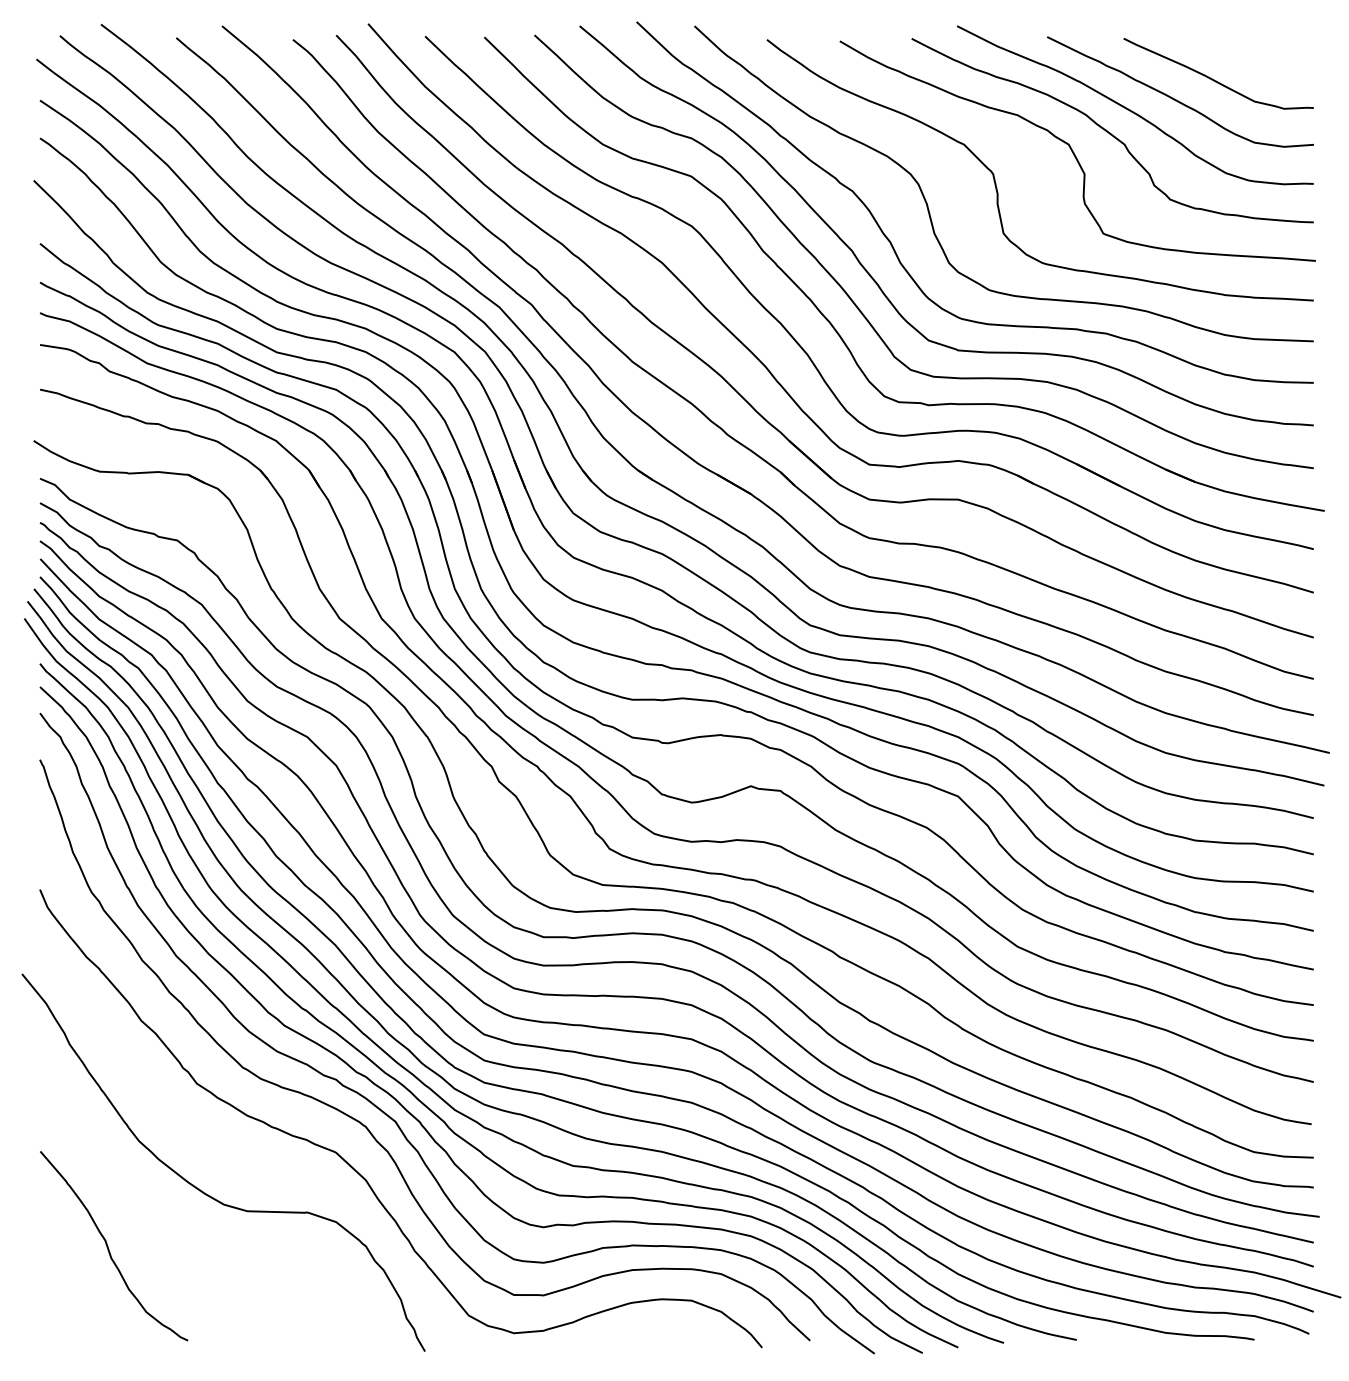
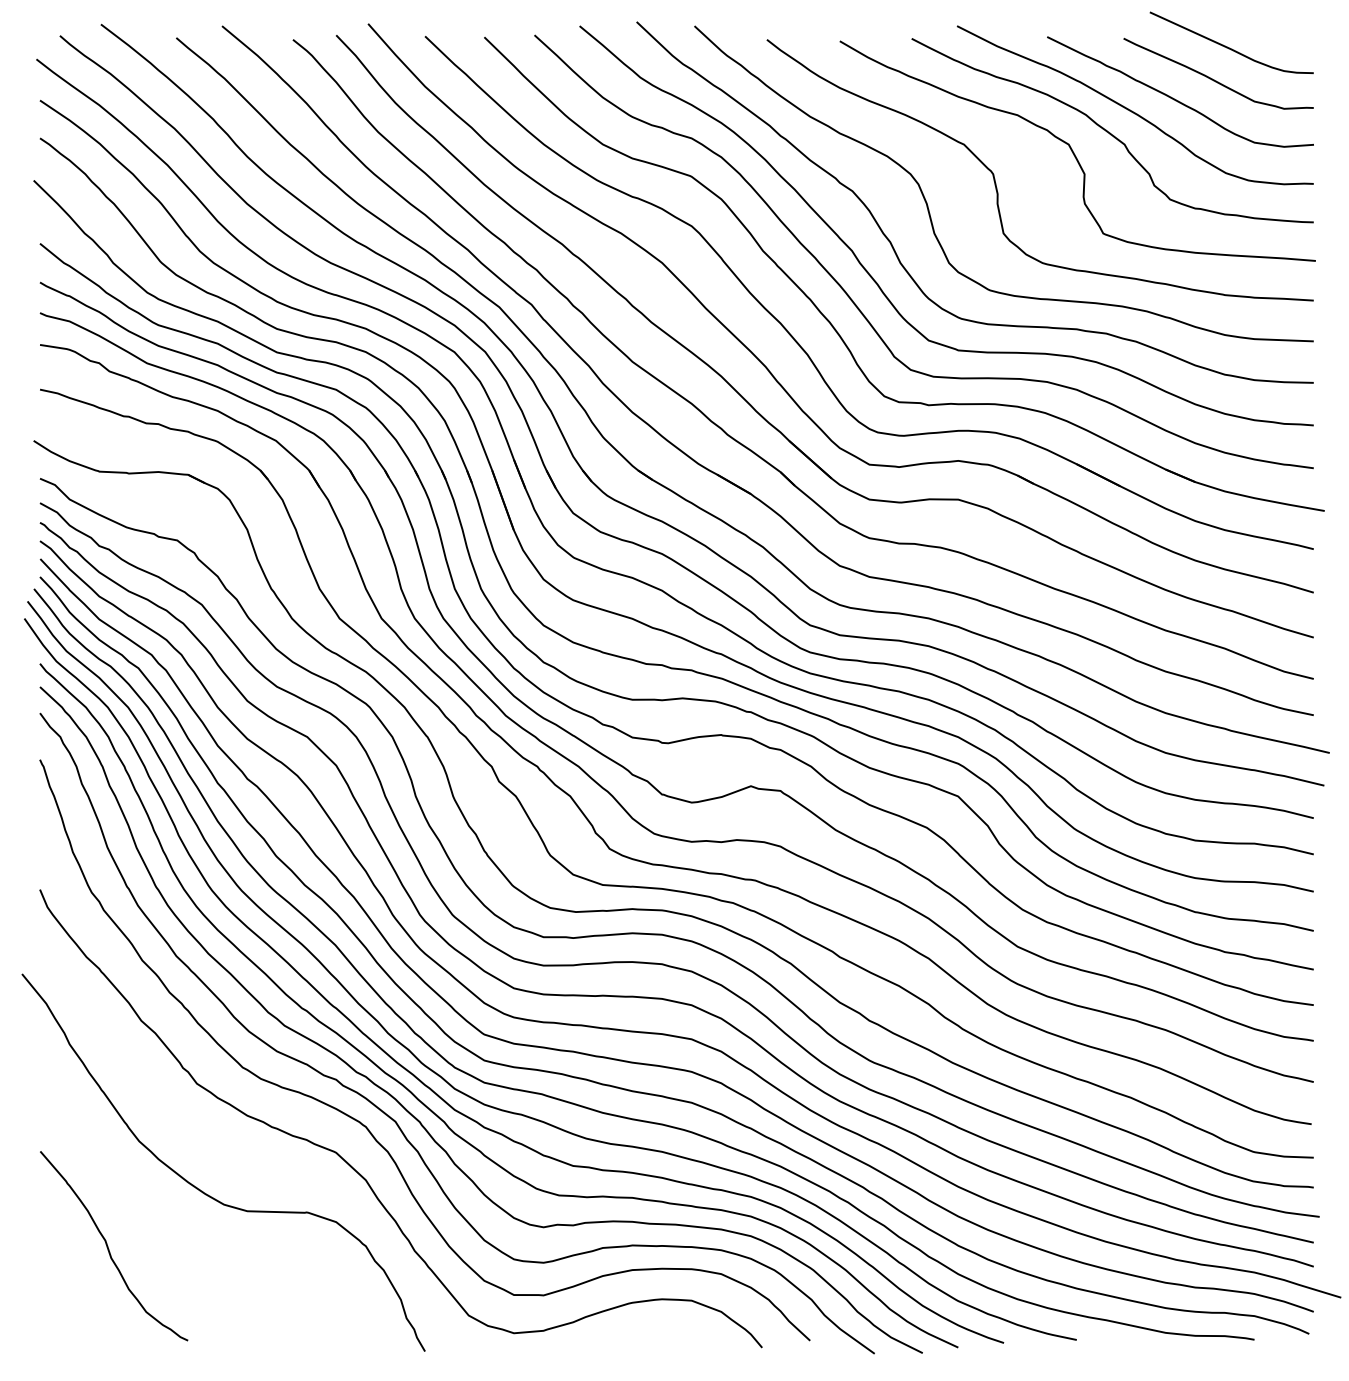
curve at (1229, 47): none -> present
